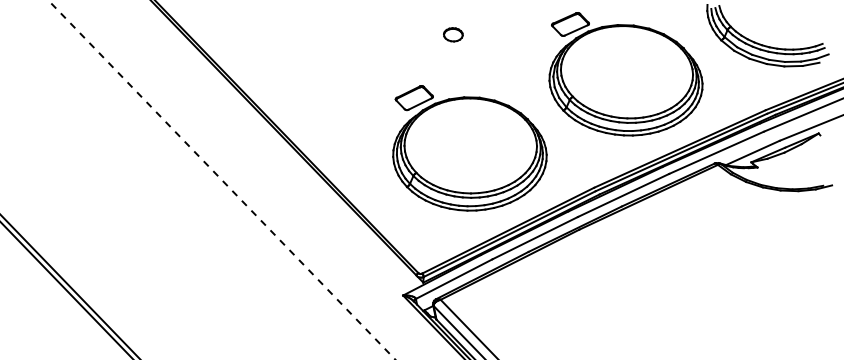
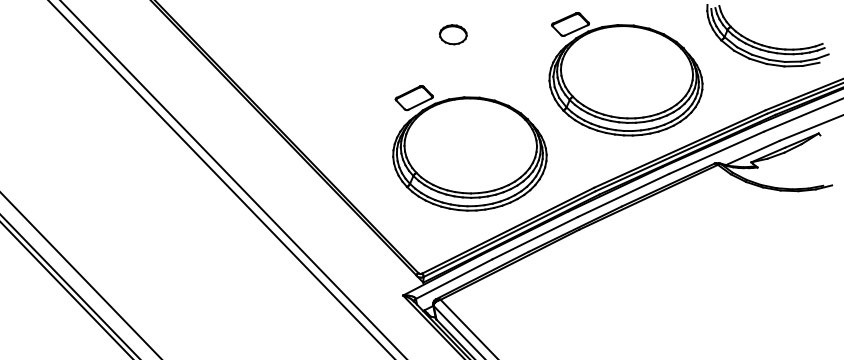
part at (453, 34) size: 21x16 px -> 29x22 px
line at (221, 179): dashed -> solid
line at (233, 179): none -> present
line at (80, 275): none -> present
